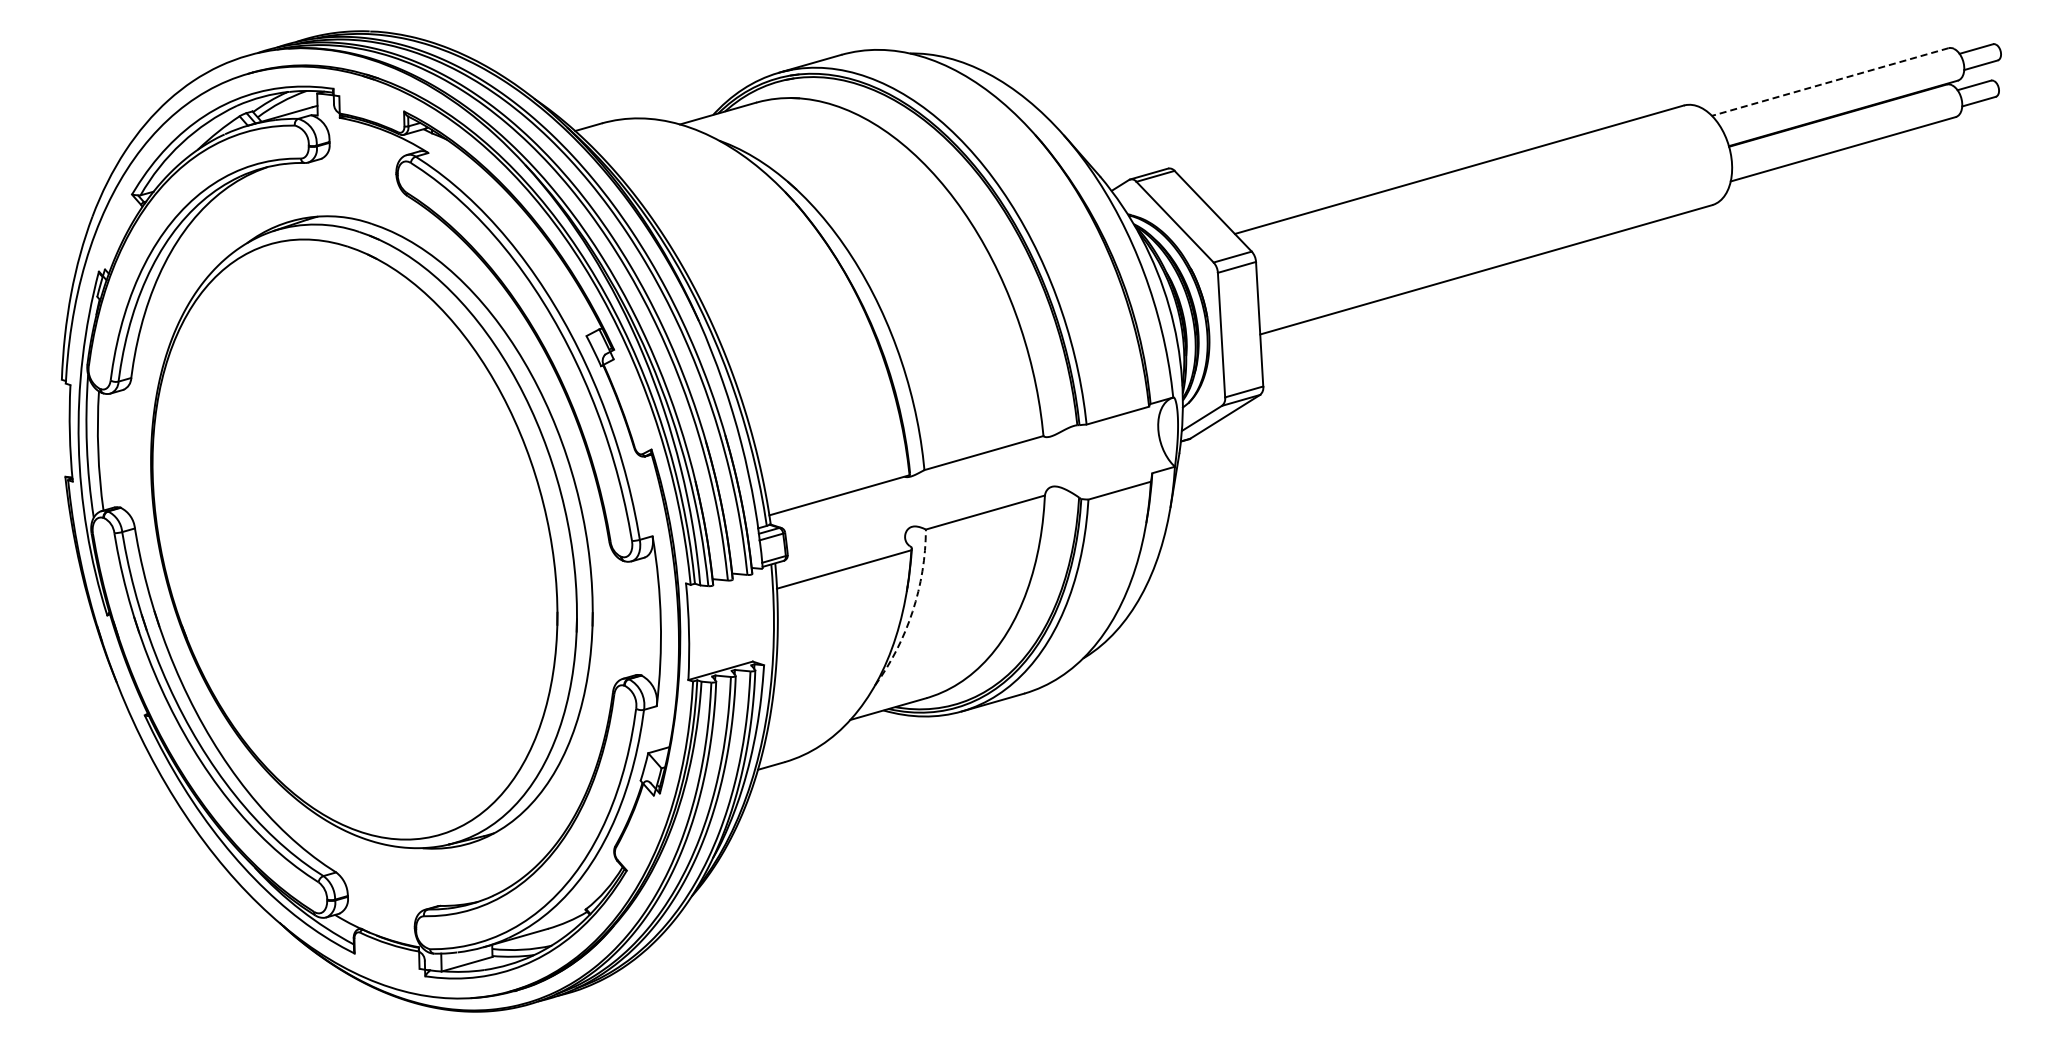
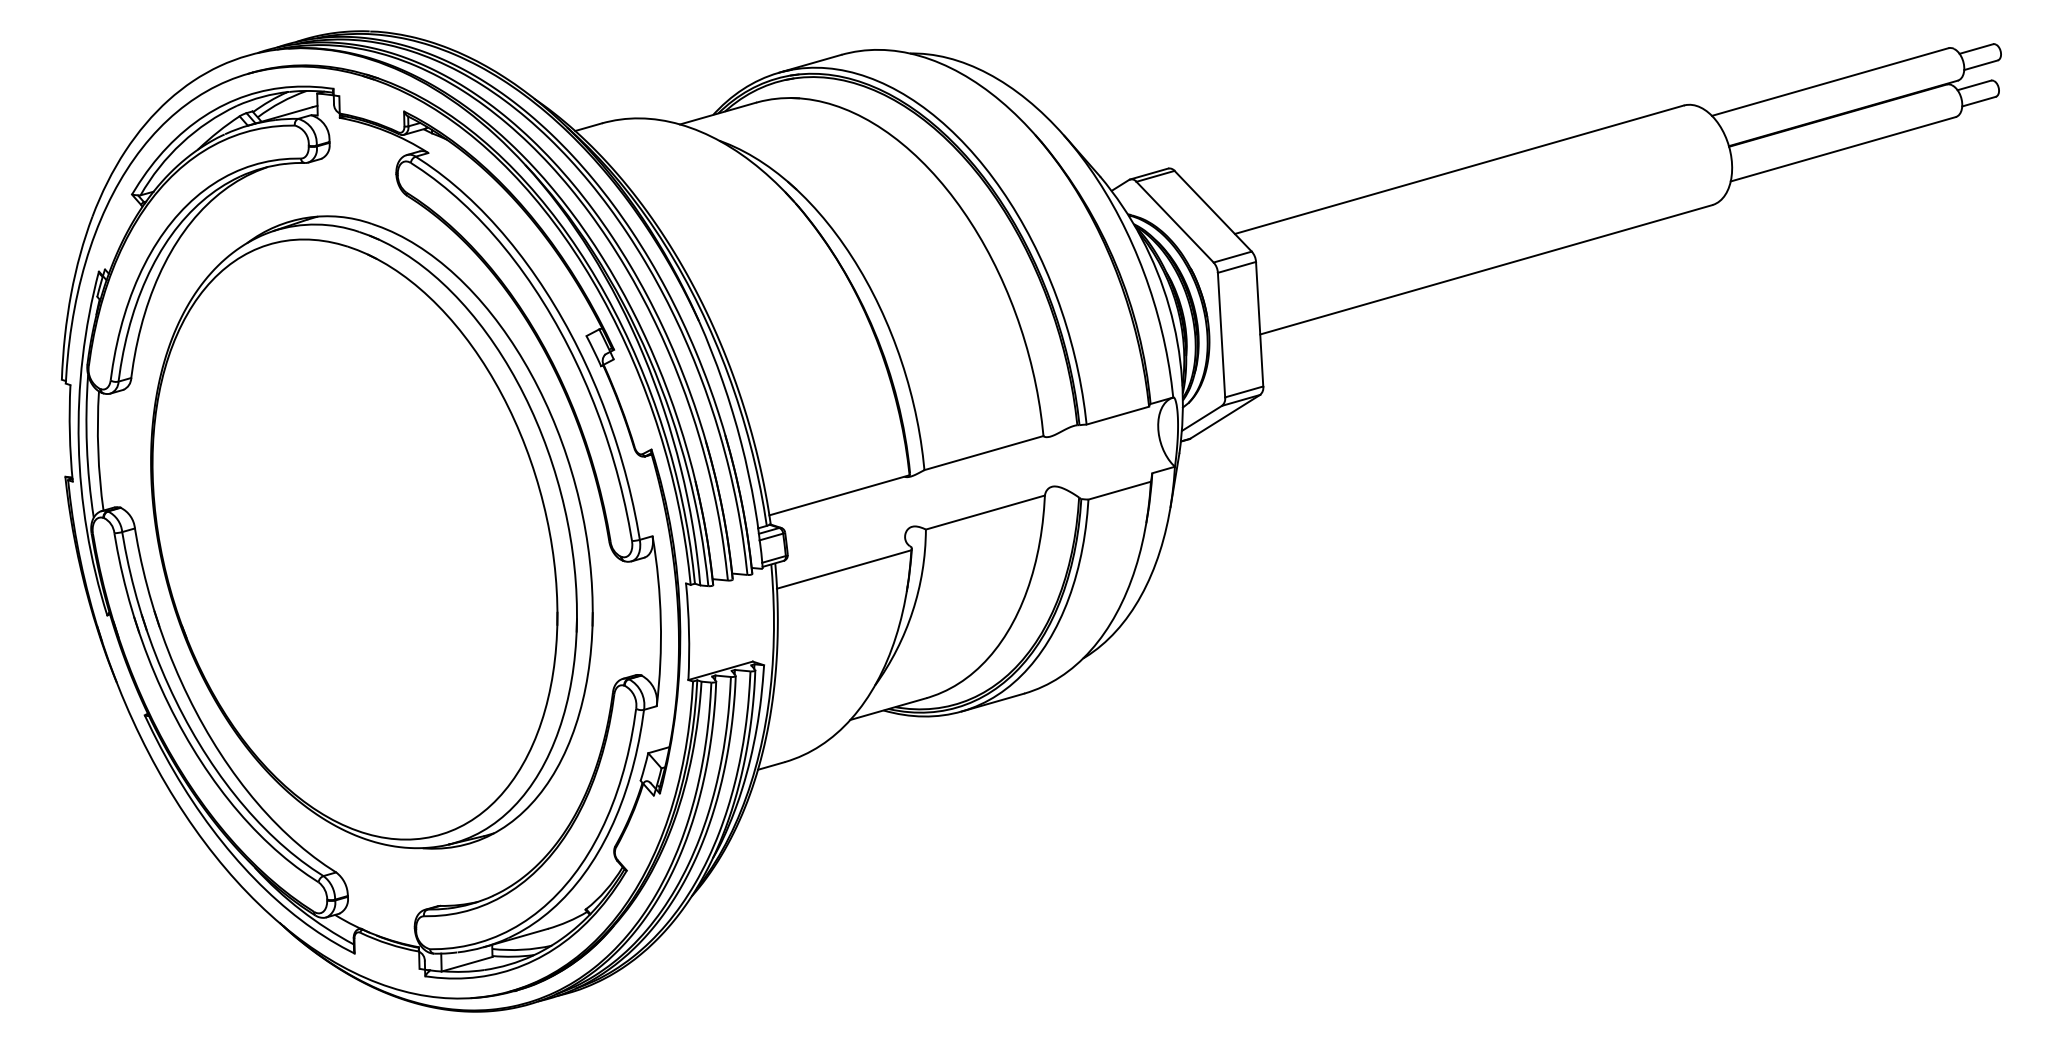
line at (1829, 82): dashed -> solid
arc at (912, 611): dashed -> solid
